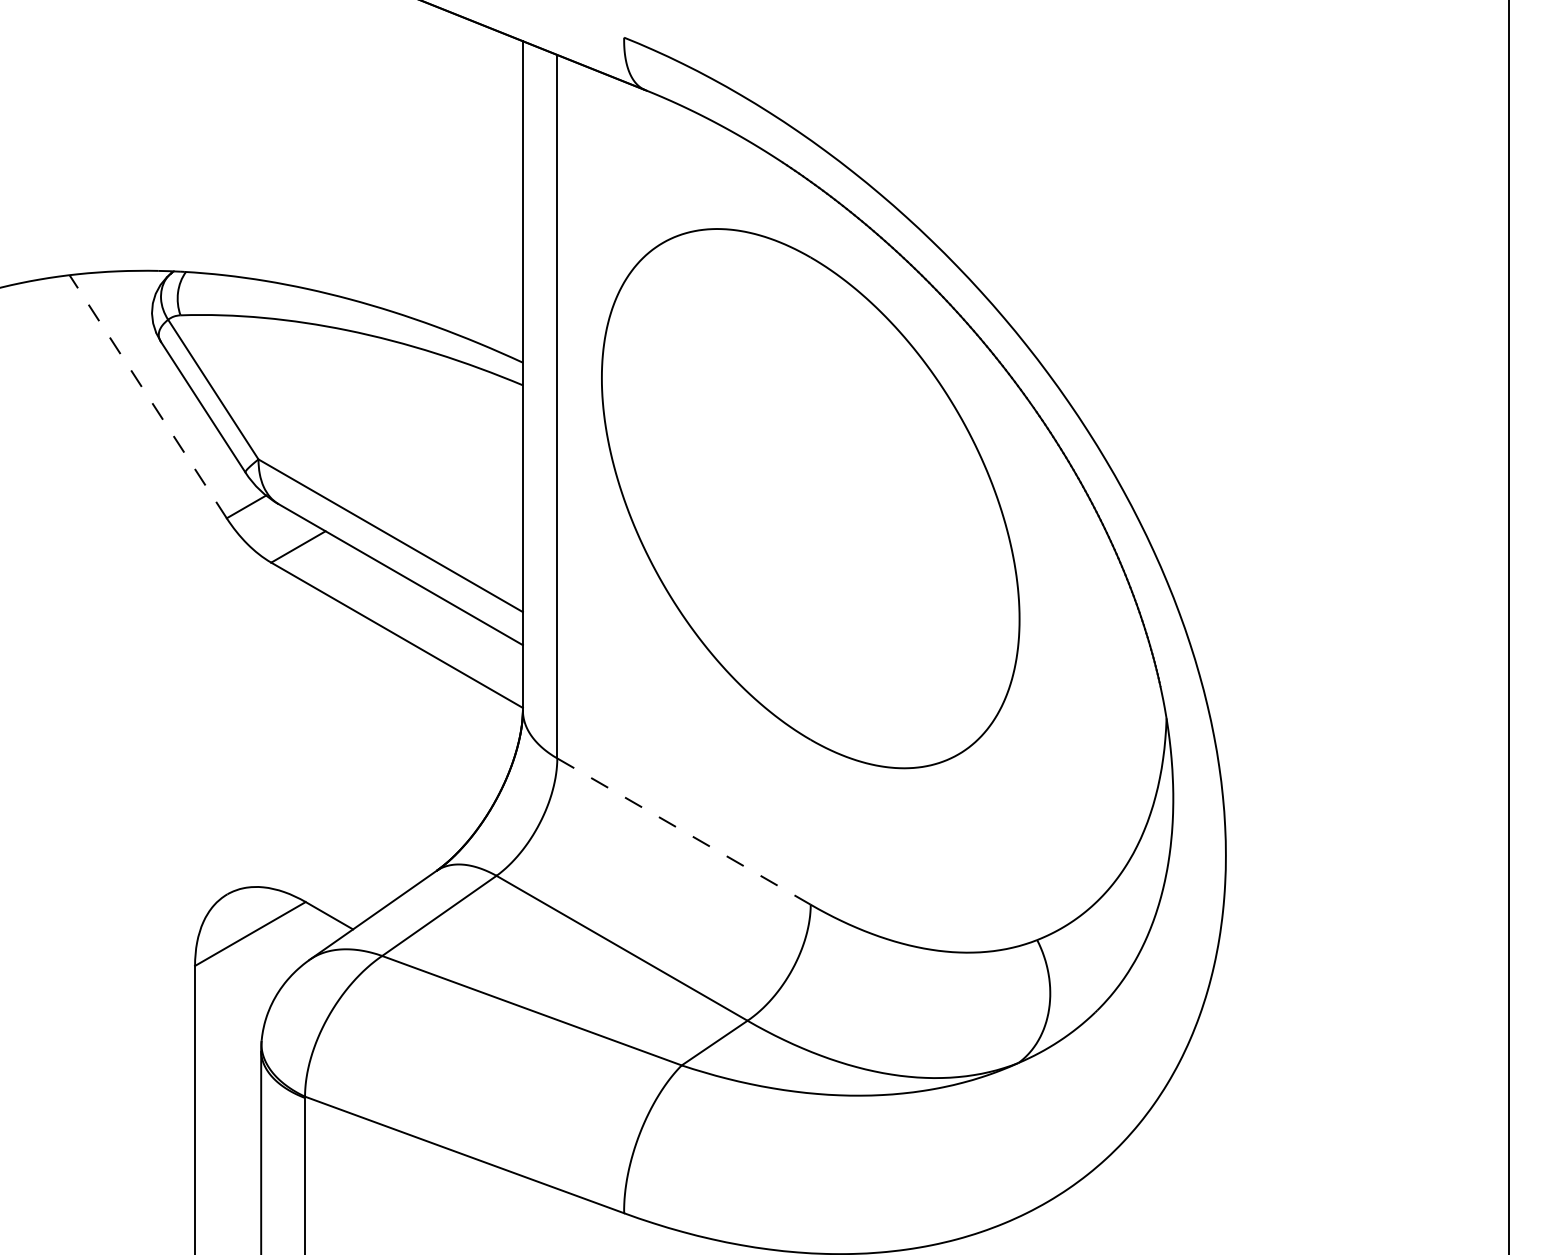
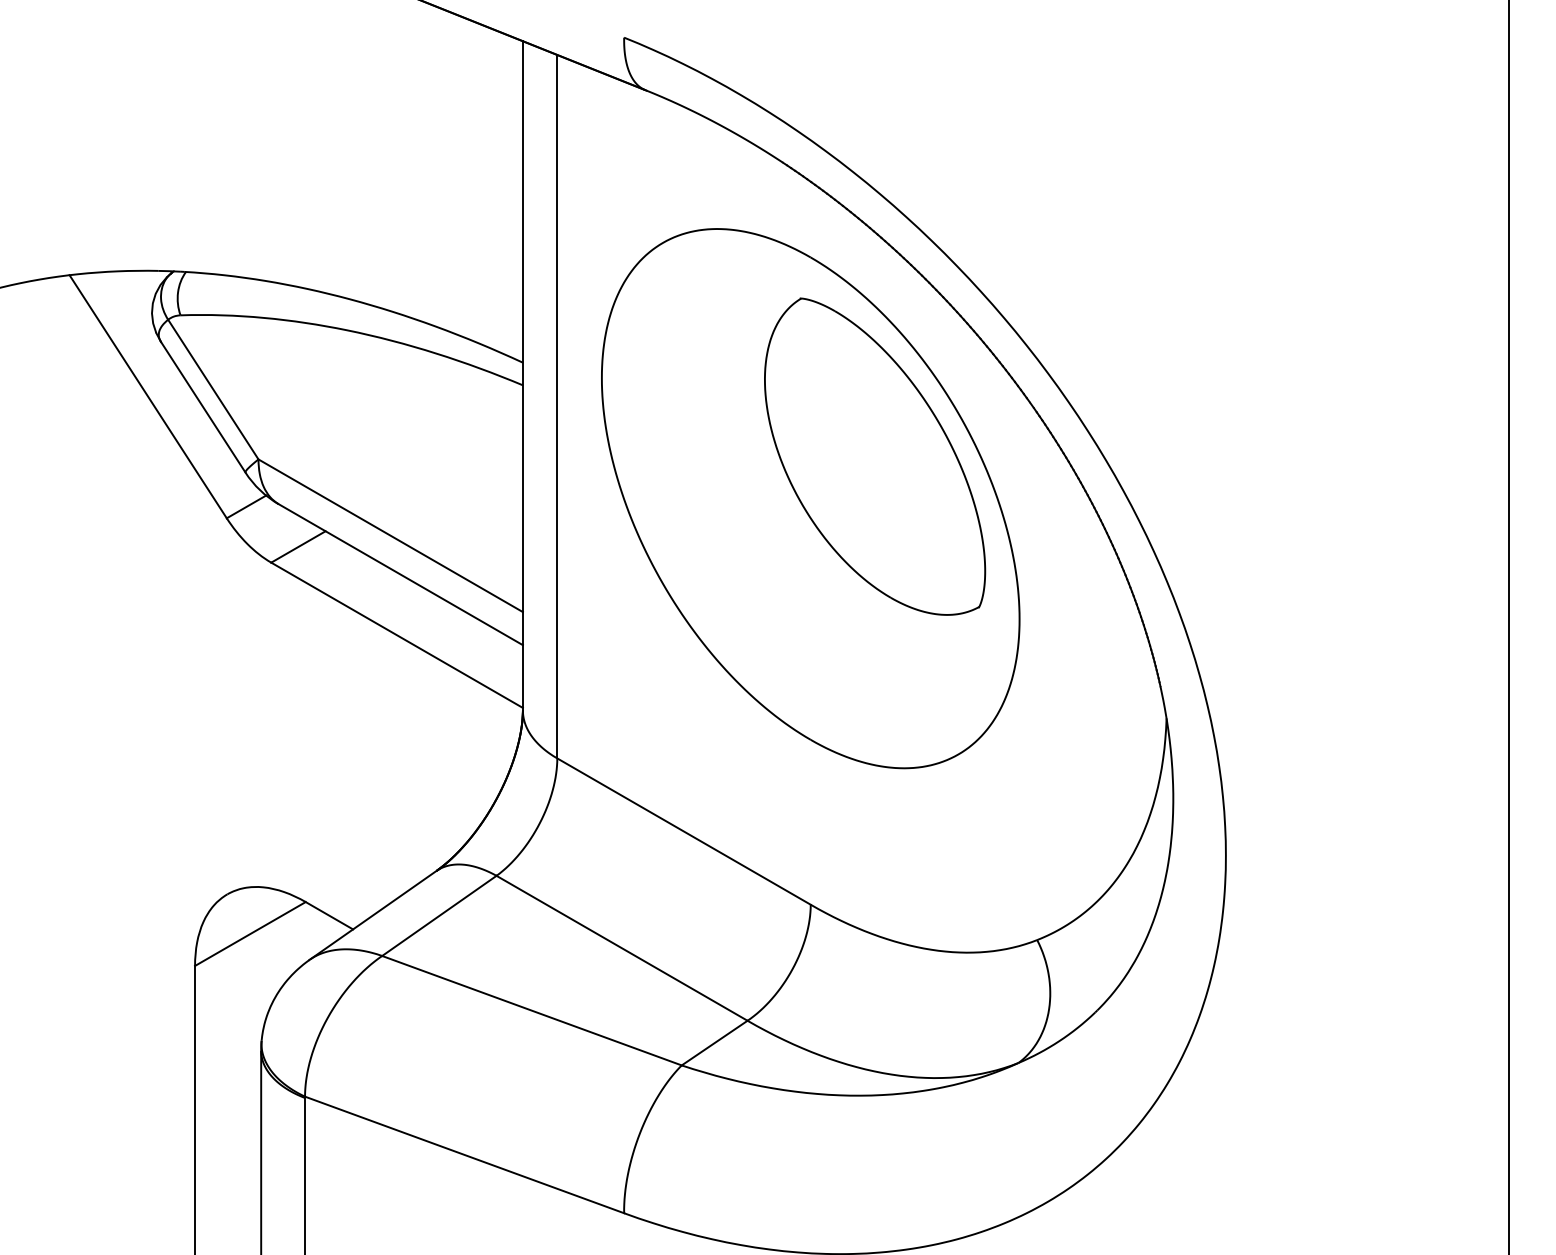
line at (148, 396): dashed -> solid
part at (875, 456): none -> present
line at (684, 831): dashed -> solid
